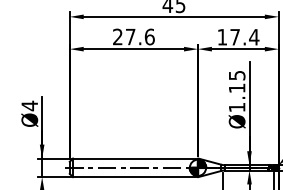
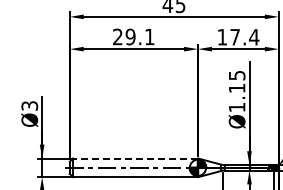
text at (139, 36): 27.6 -> 29.1
text at (29, 105): Ø4 -> Ø3
line at (135, 158): solid -> dashed
